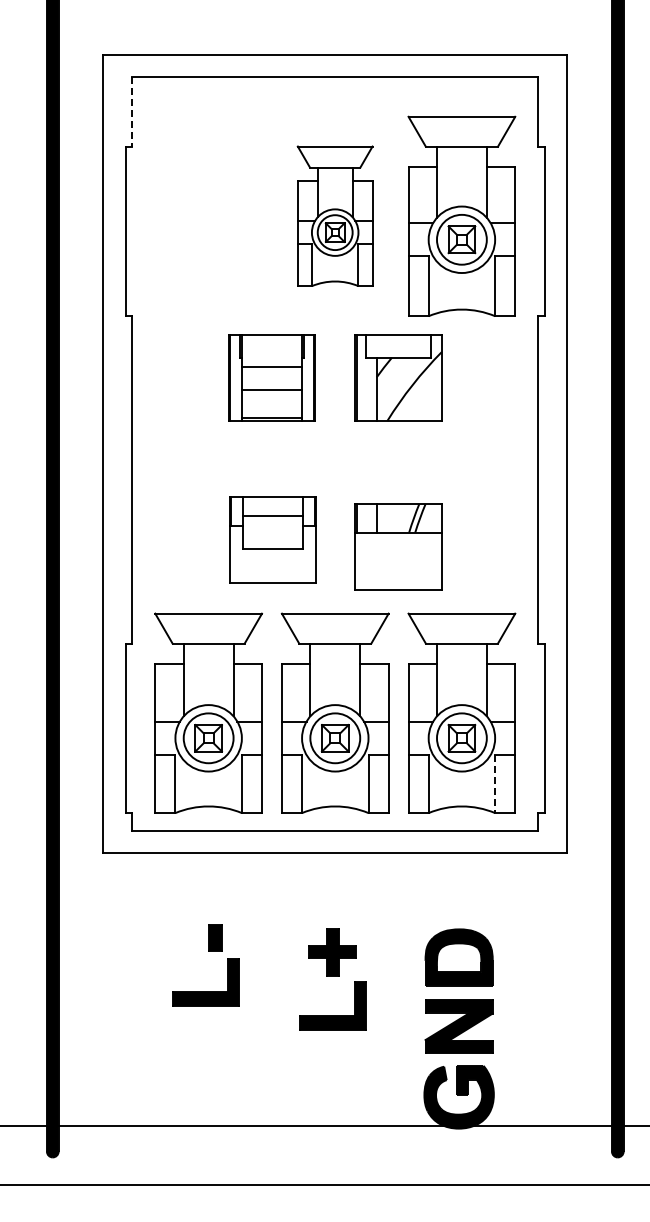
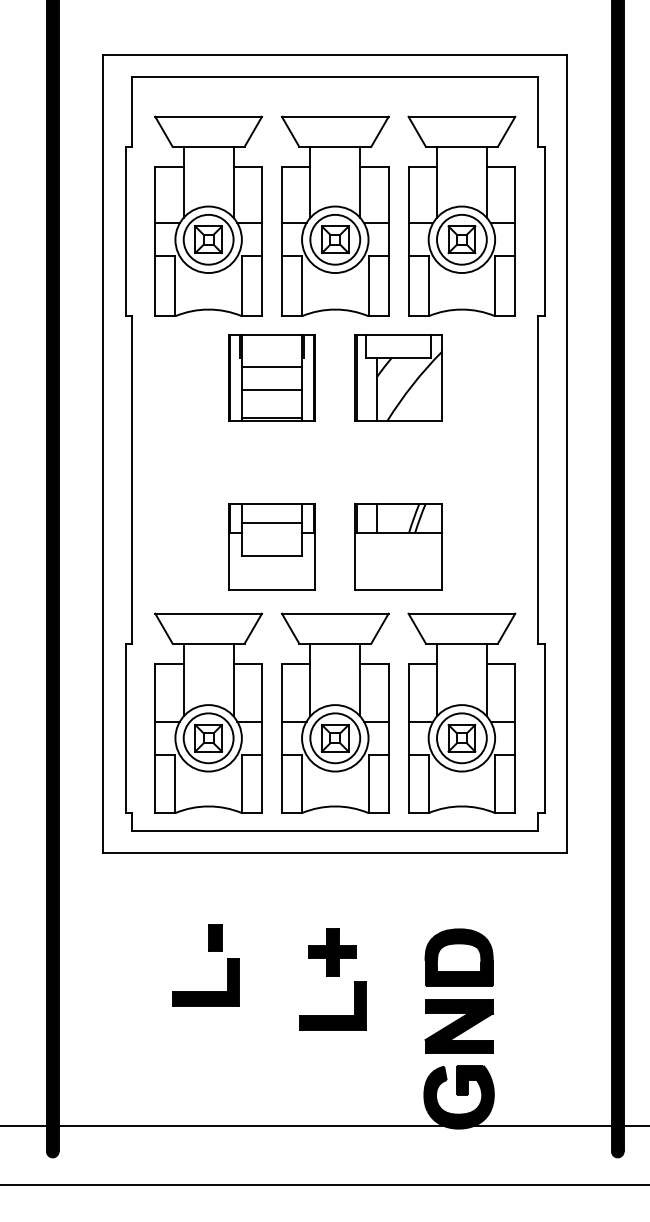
line at (132, 111): dashed -> solid
part at (208, 215): none -> present
part at (334, 215) size: 78x142 px -> 110x202 px
part at (272, 539) position: (272, 539) -> (271, 546)
line at (495, 784): dashed -> solid
